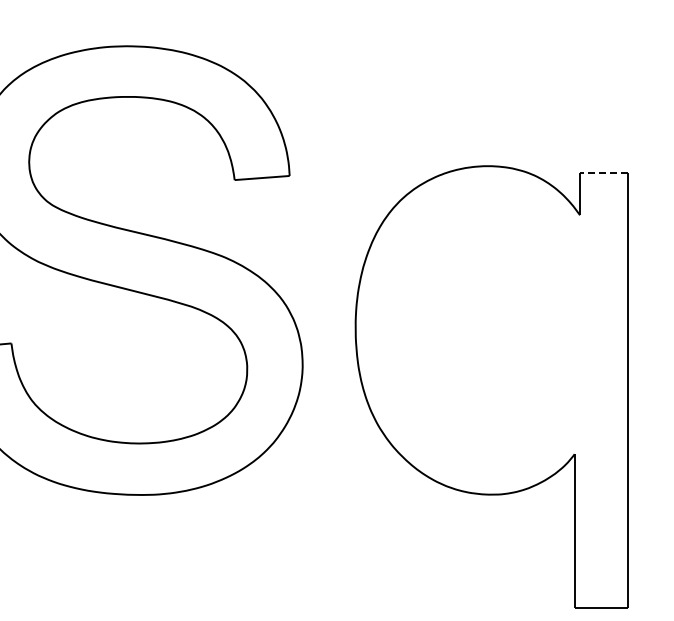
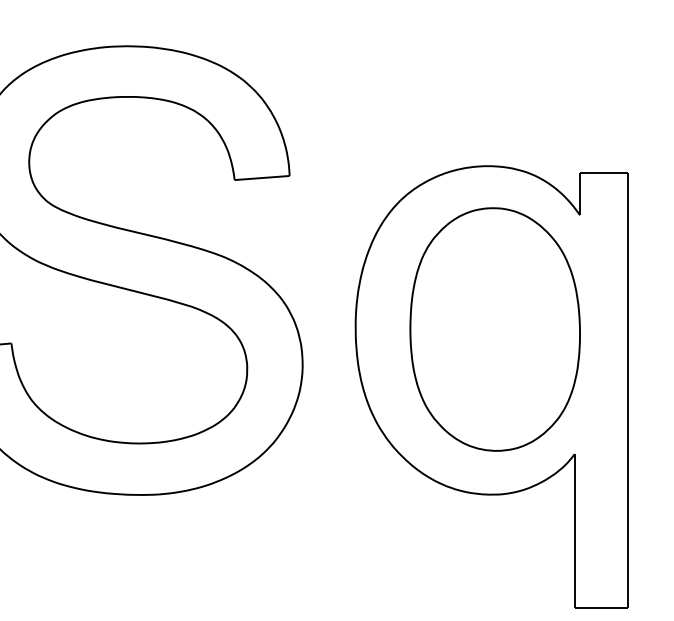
line at (603, 173): dashed -> solid
part at (494, 329): none -> present
